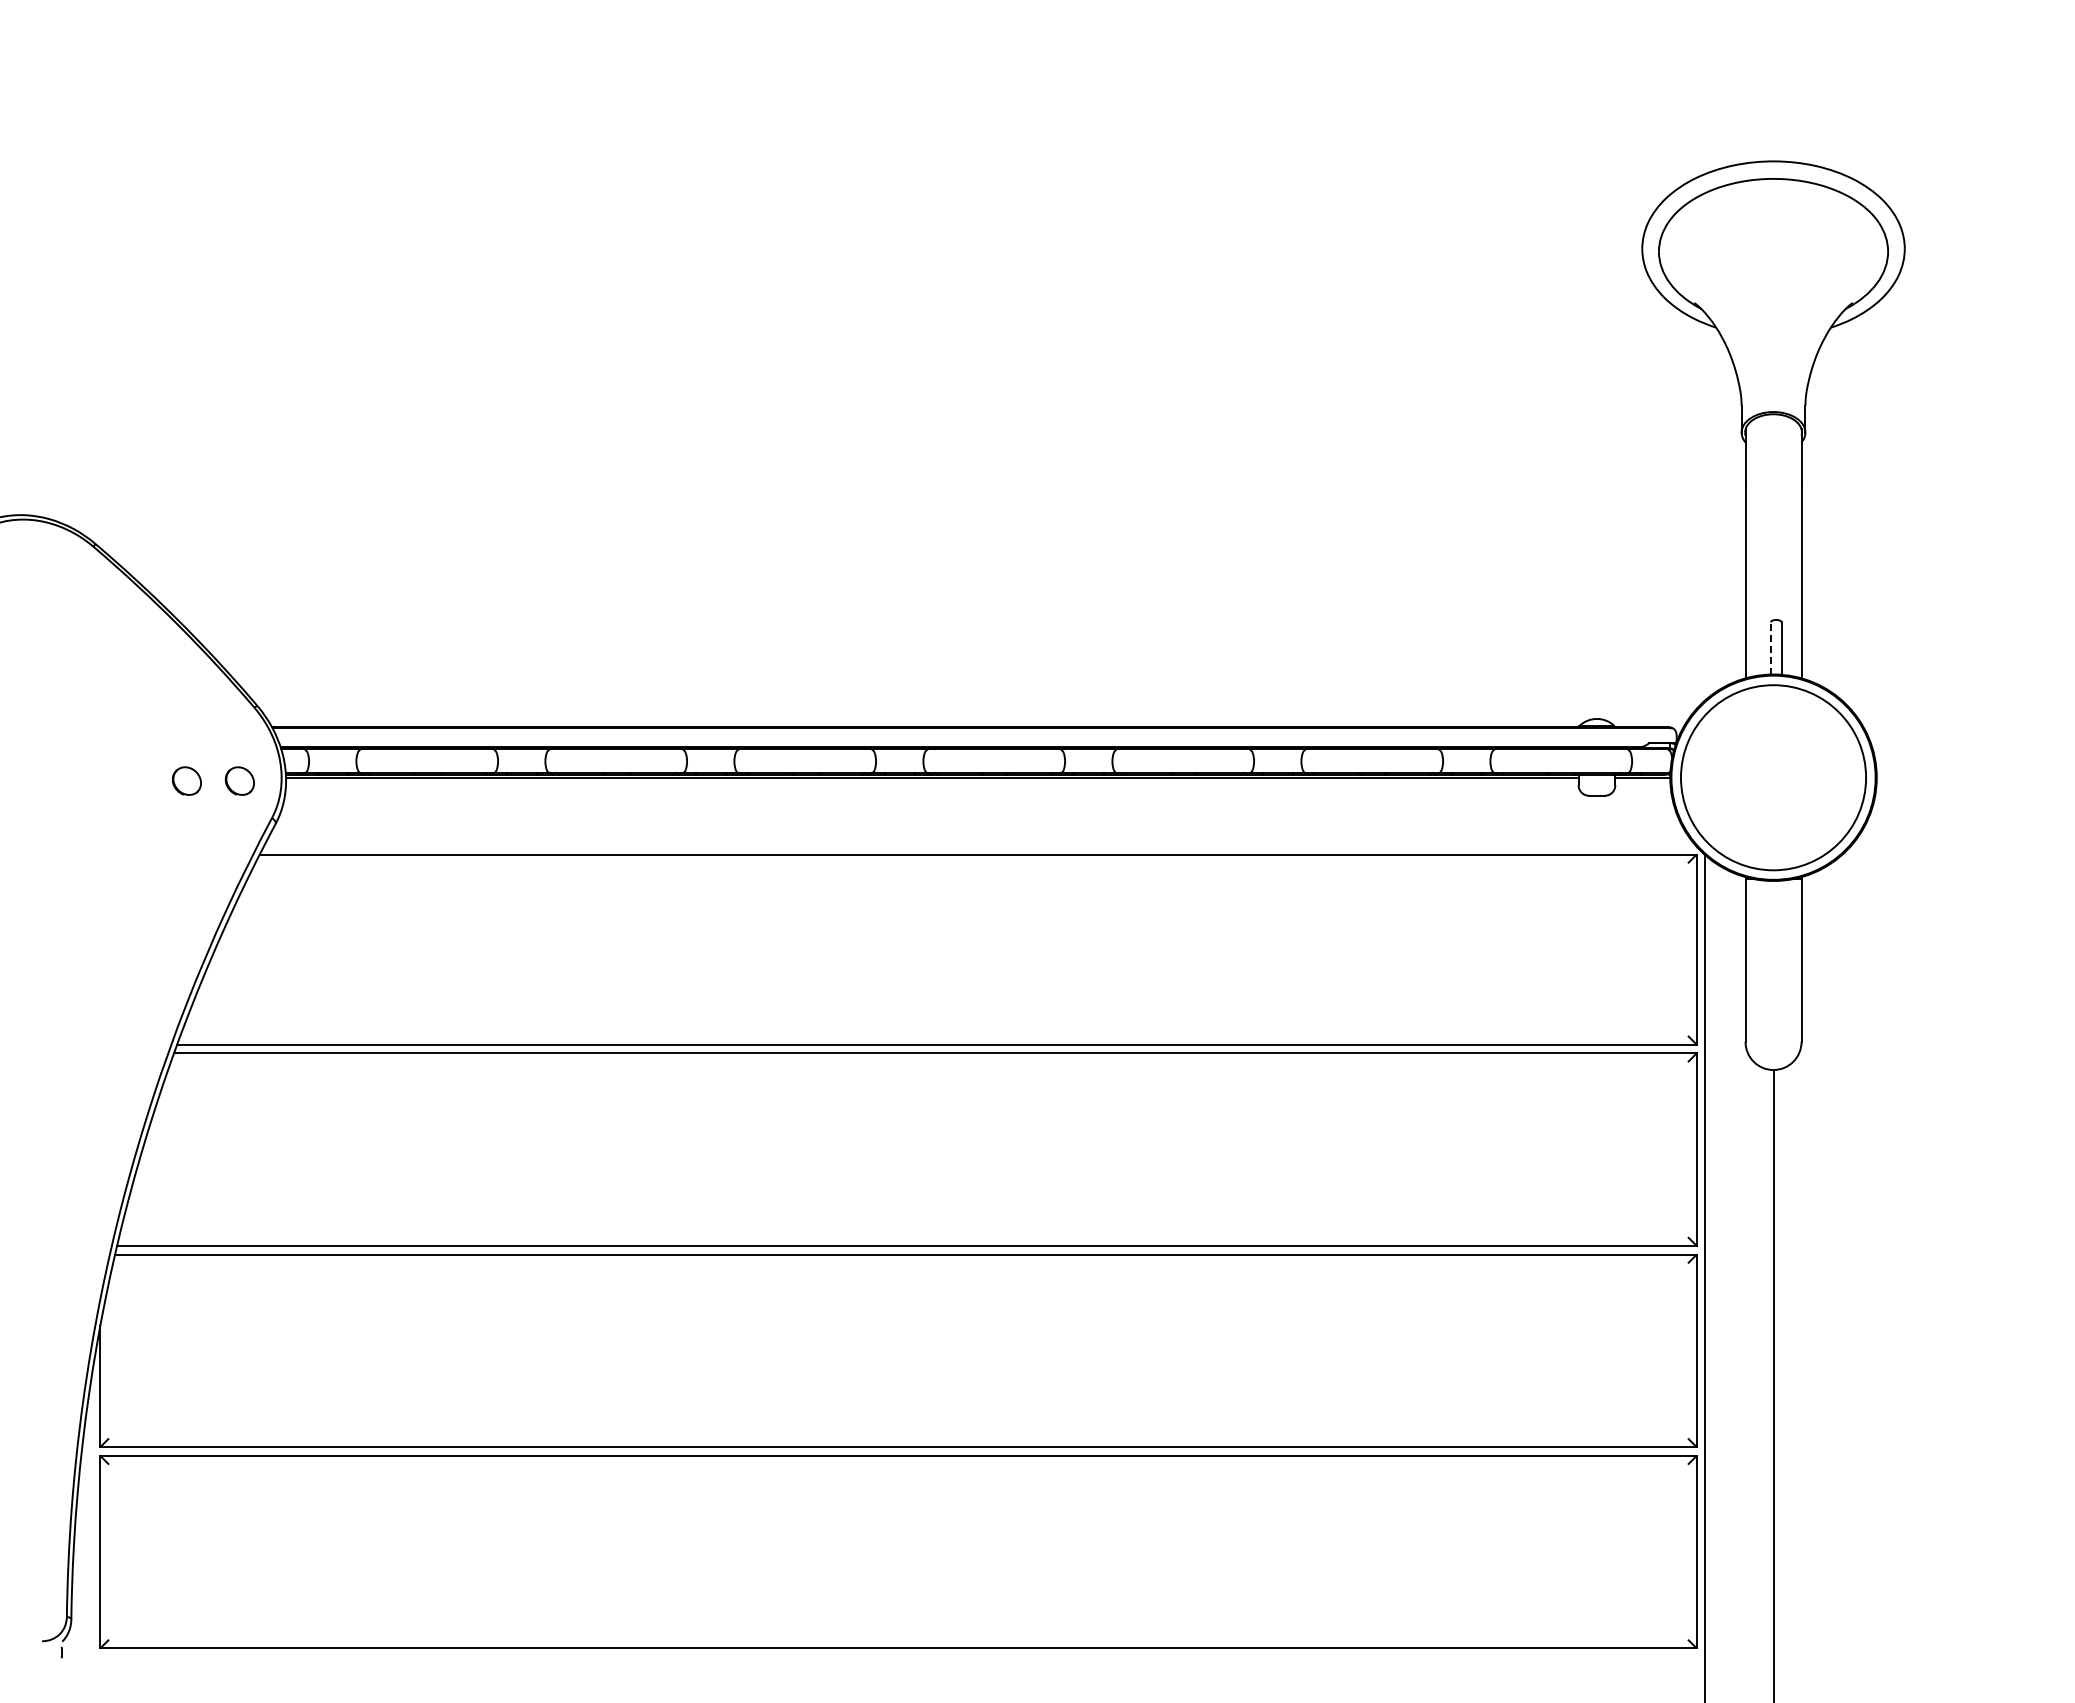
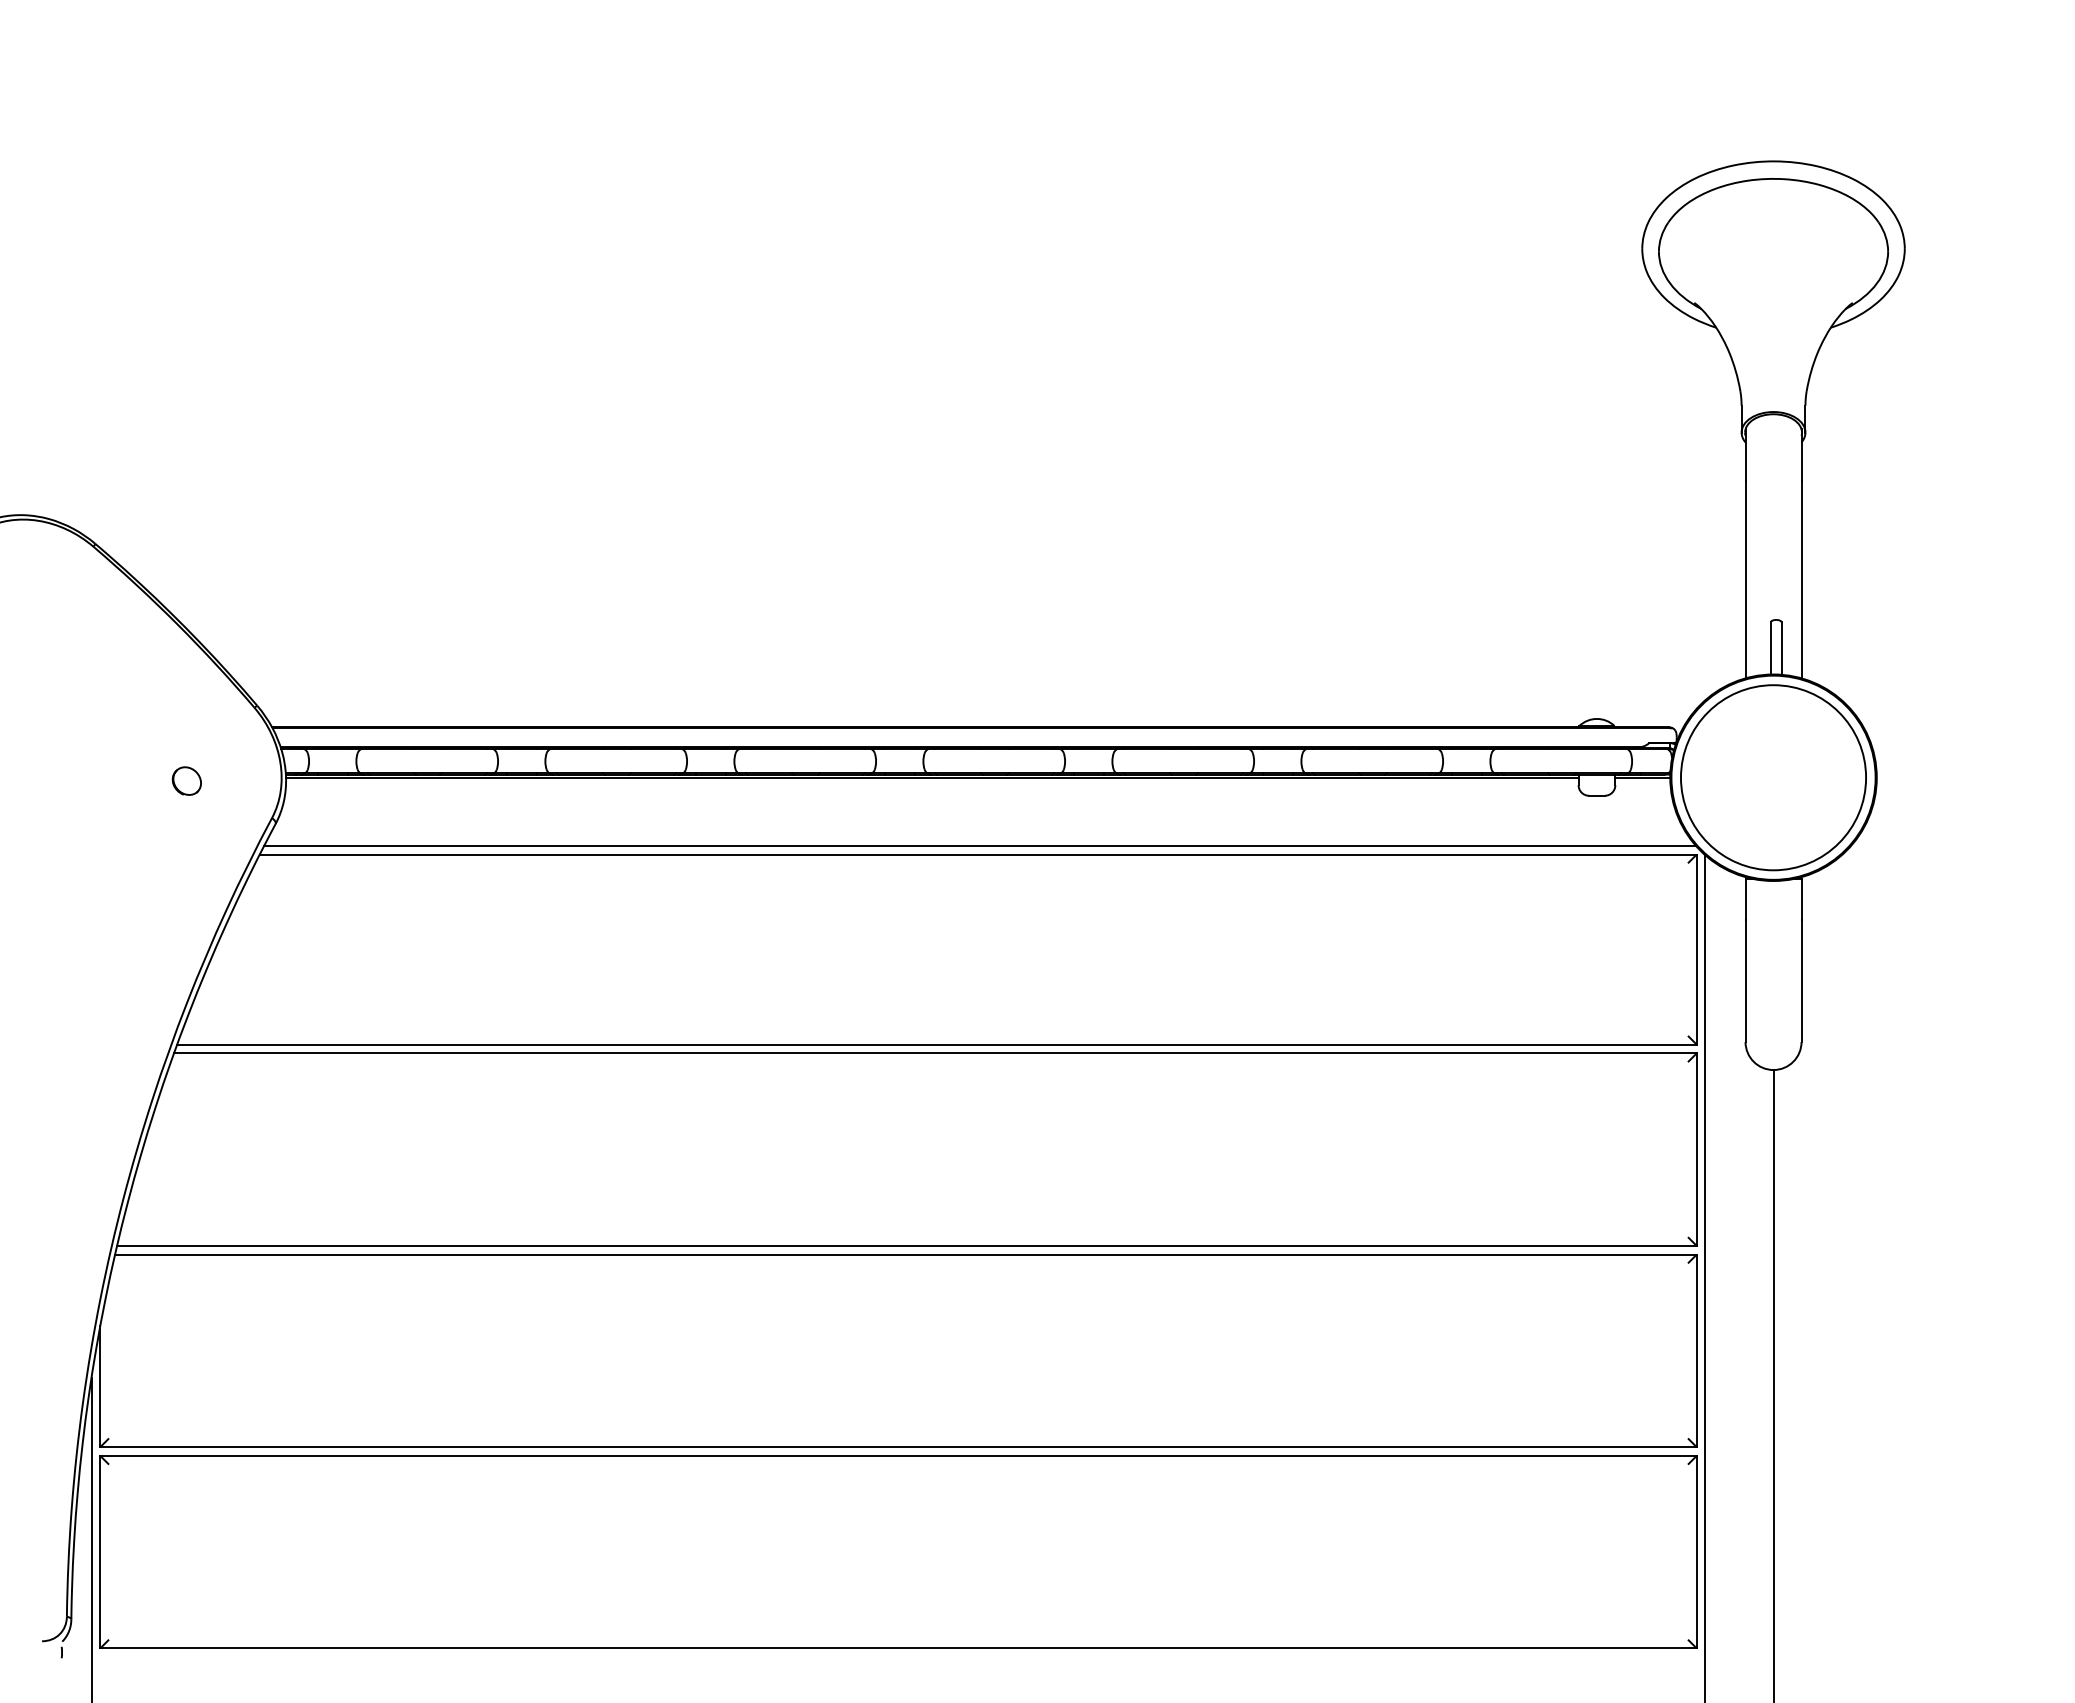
line at (1770, 647): dashed -> solid
part at (239, 780): present -> none
line at (979, 845): none -> present
line at (91, 1538): none -> present
